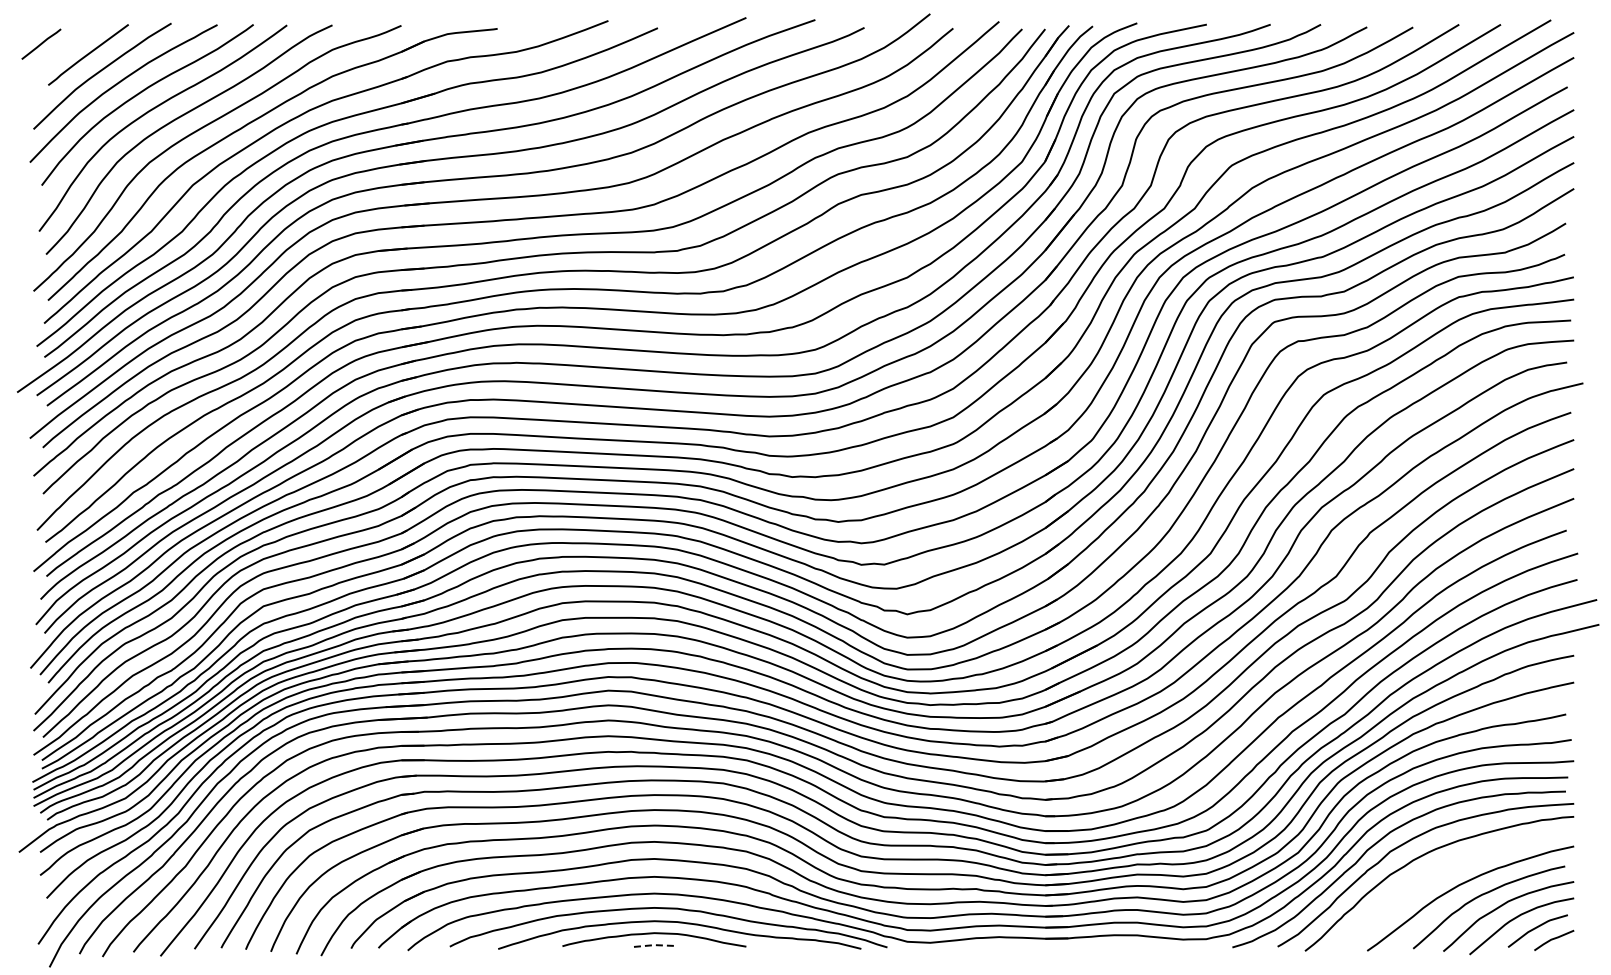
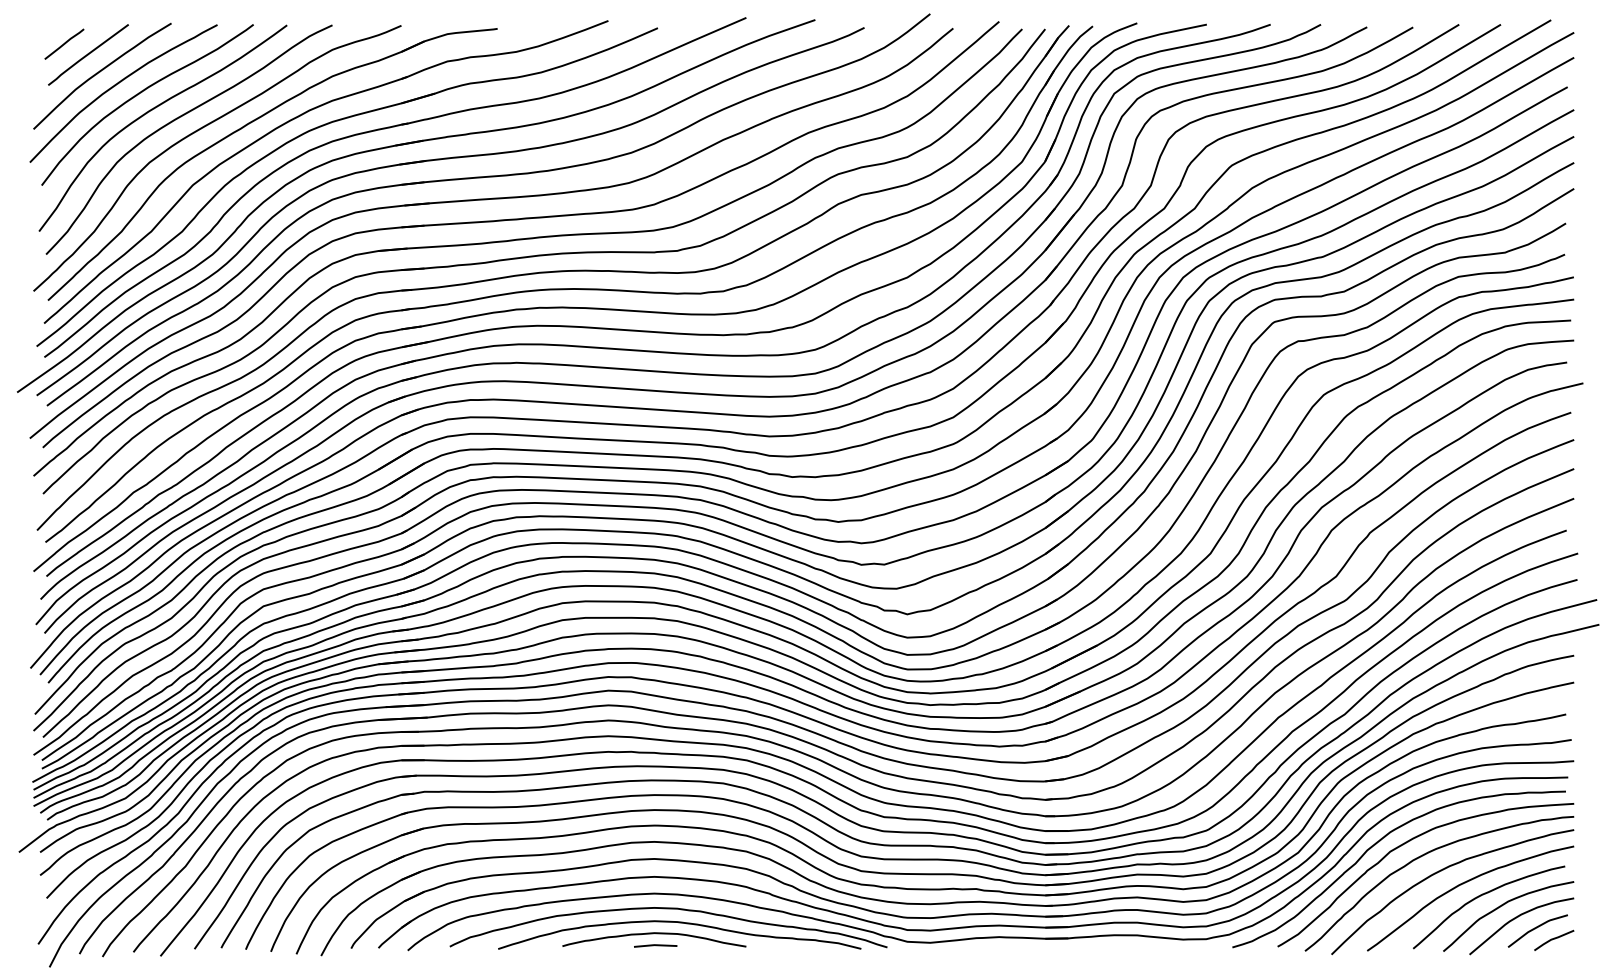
line at (41, 43) position: (41, 43) -> (64, 43)
curve at (1441, 871): none -> present
line at (655, 945): dashed -> solid
